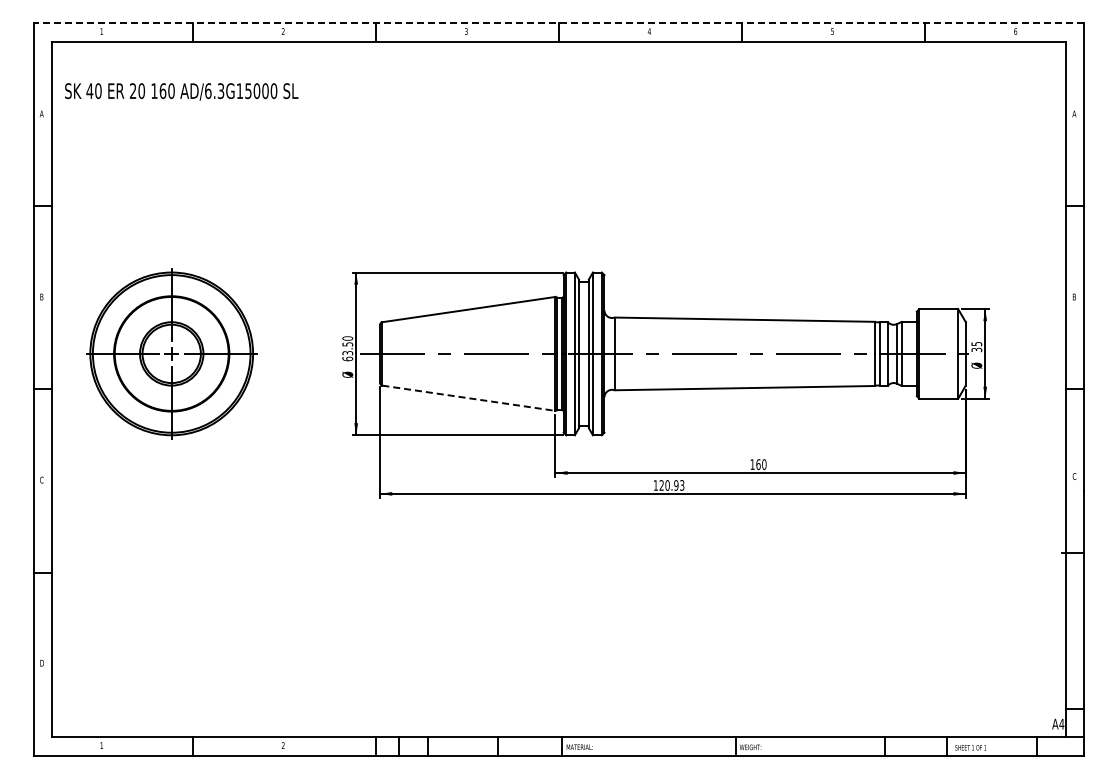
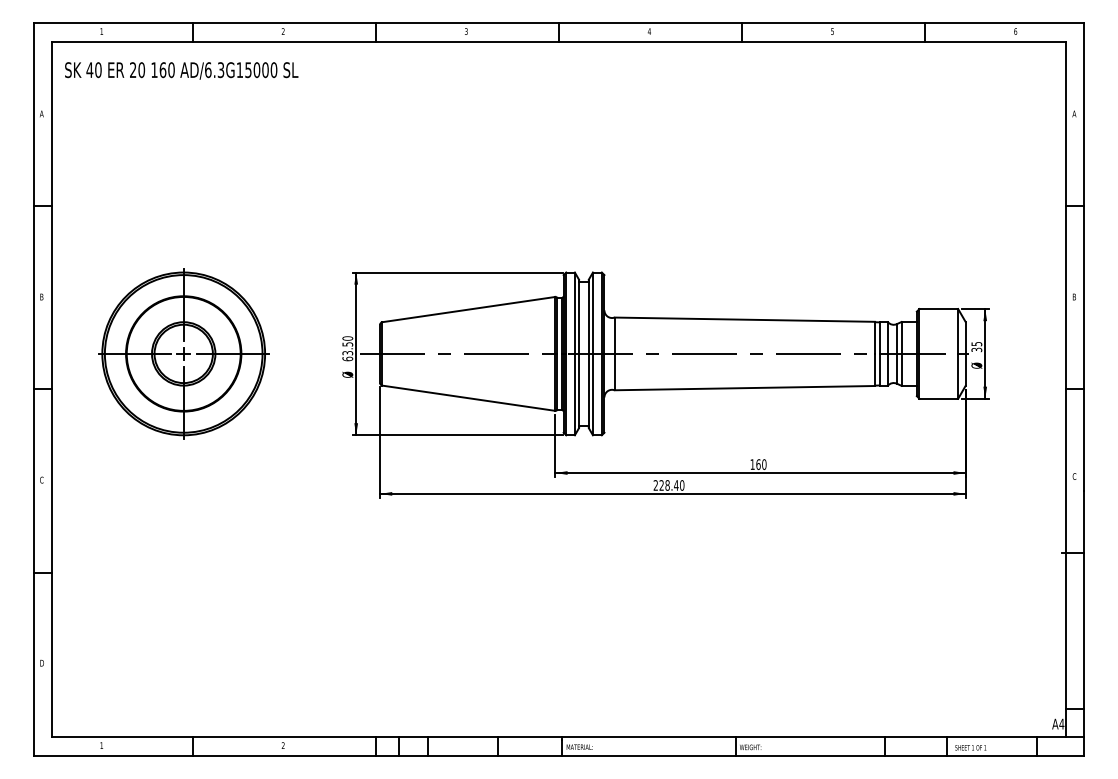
line at (558, 23): dashed -> solid
text at (181, 91) position: (181, 91) -> (181, 70)
part at (171, 353) position: (171, 353) -> (183, 353)
line at (469, 398): dashed -> solid
text at (668, 485): 120.93 -> 228.40
